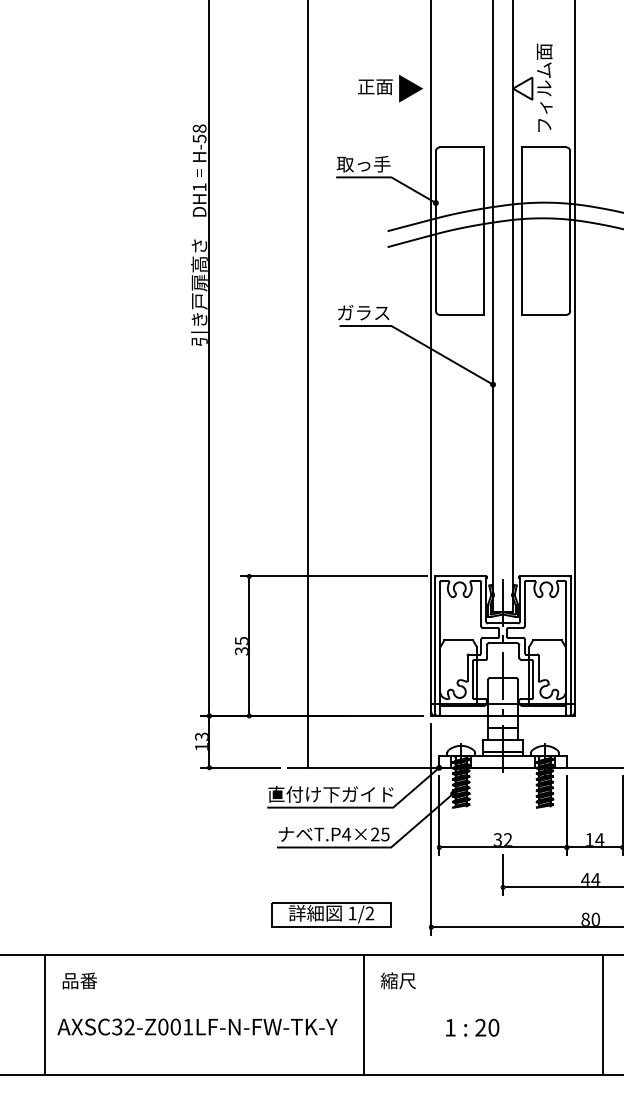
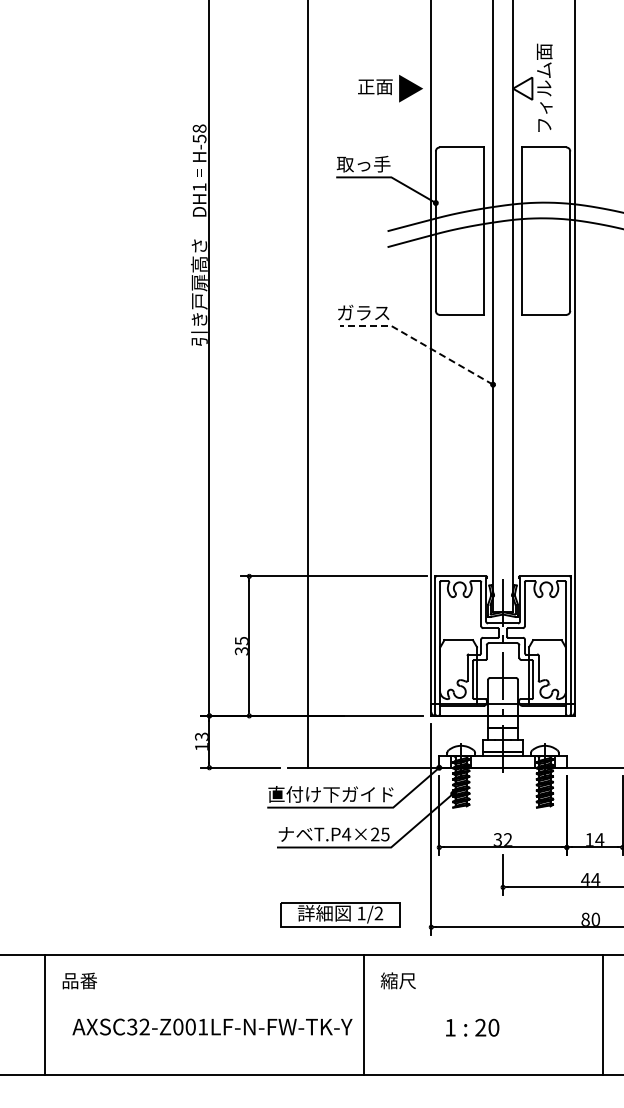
line at (418, 341): solid -> dashed
part at (331, 914) position: (331, 914) -> (340, 914)
text at (197, 1026) position: (197, 1026) -> (212, 1026)
